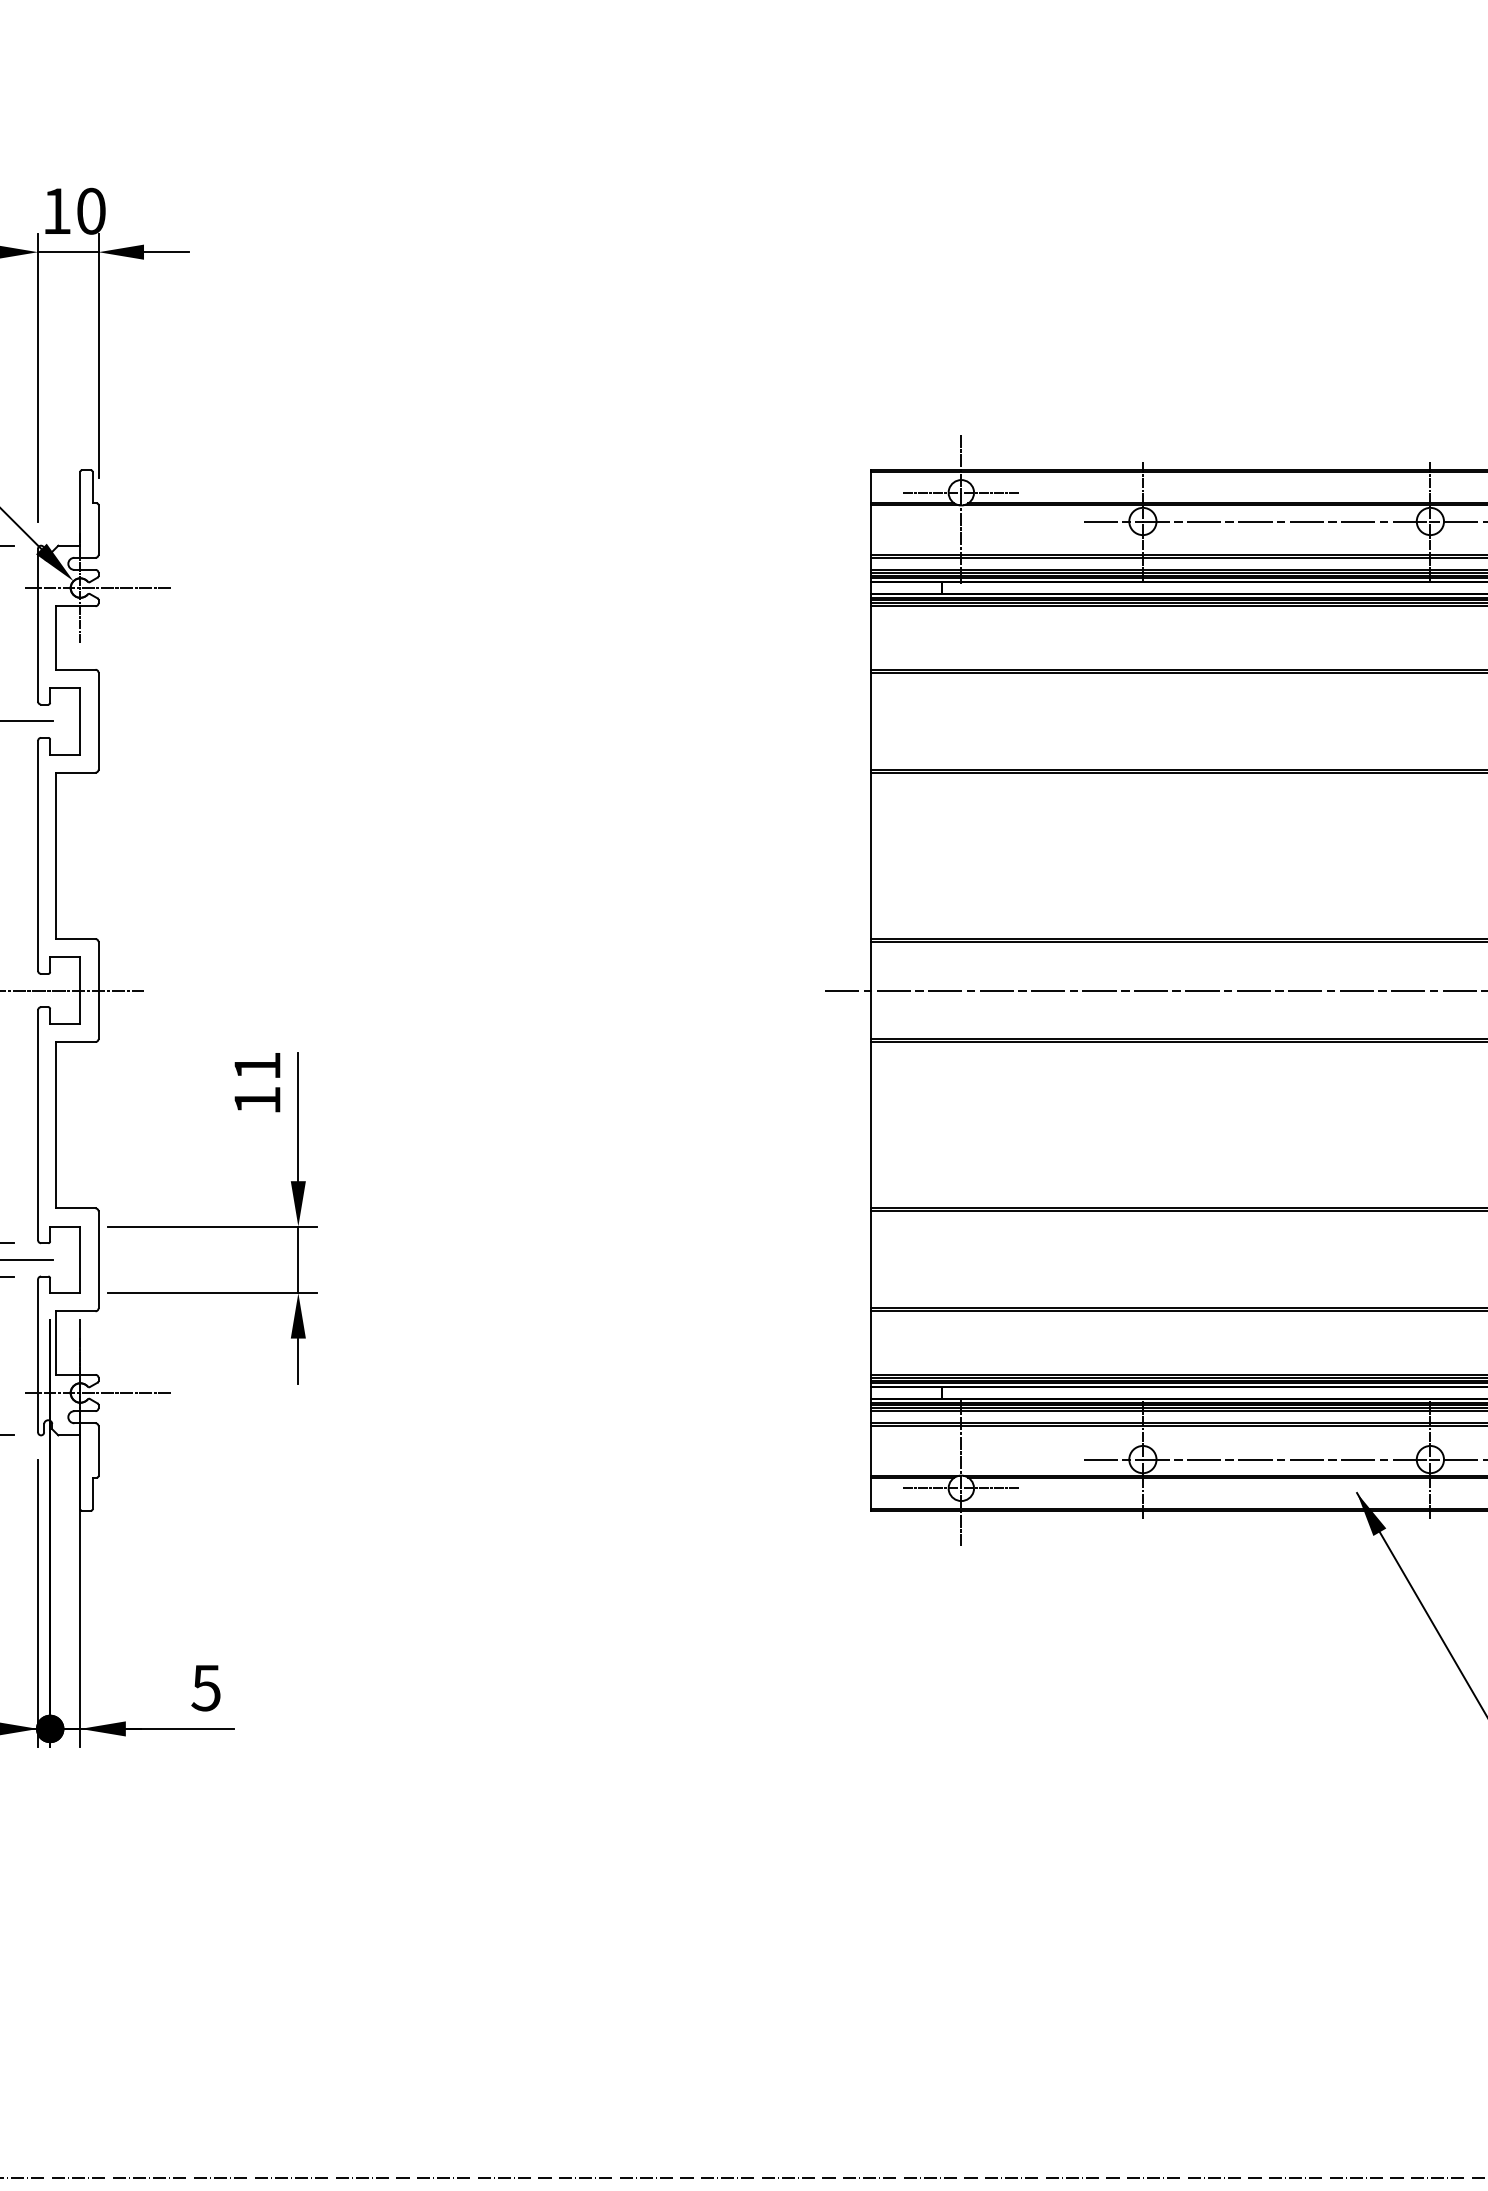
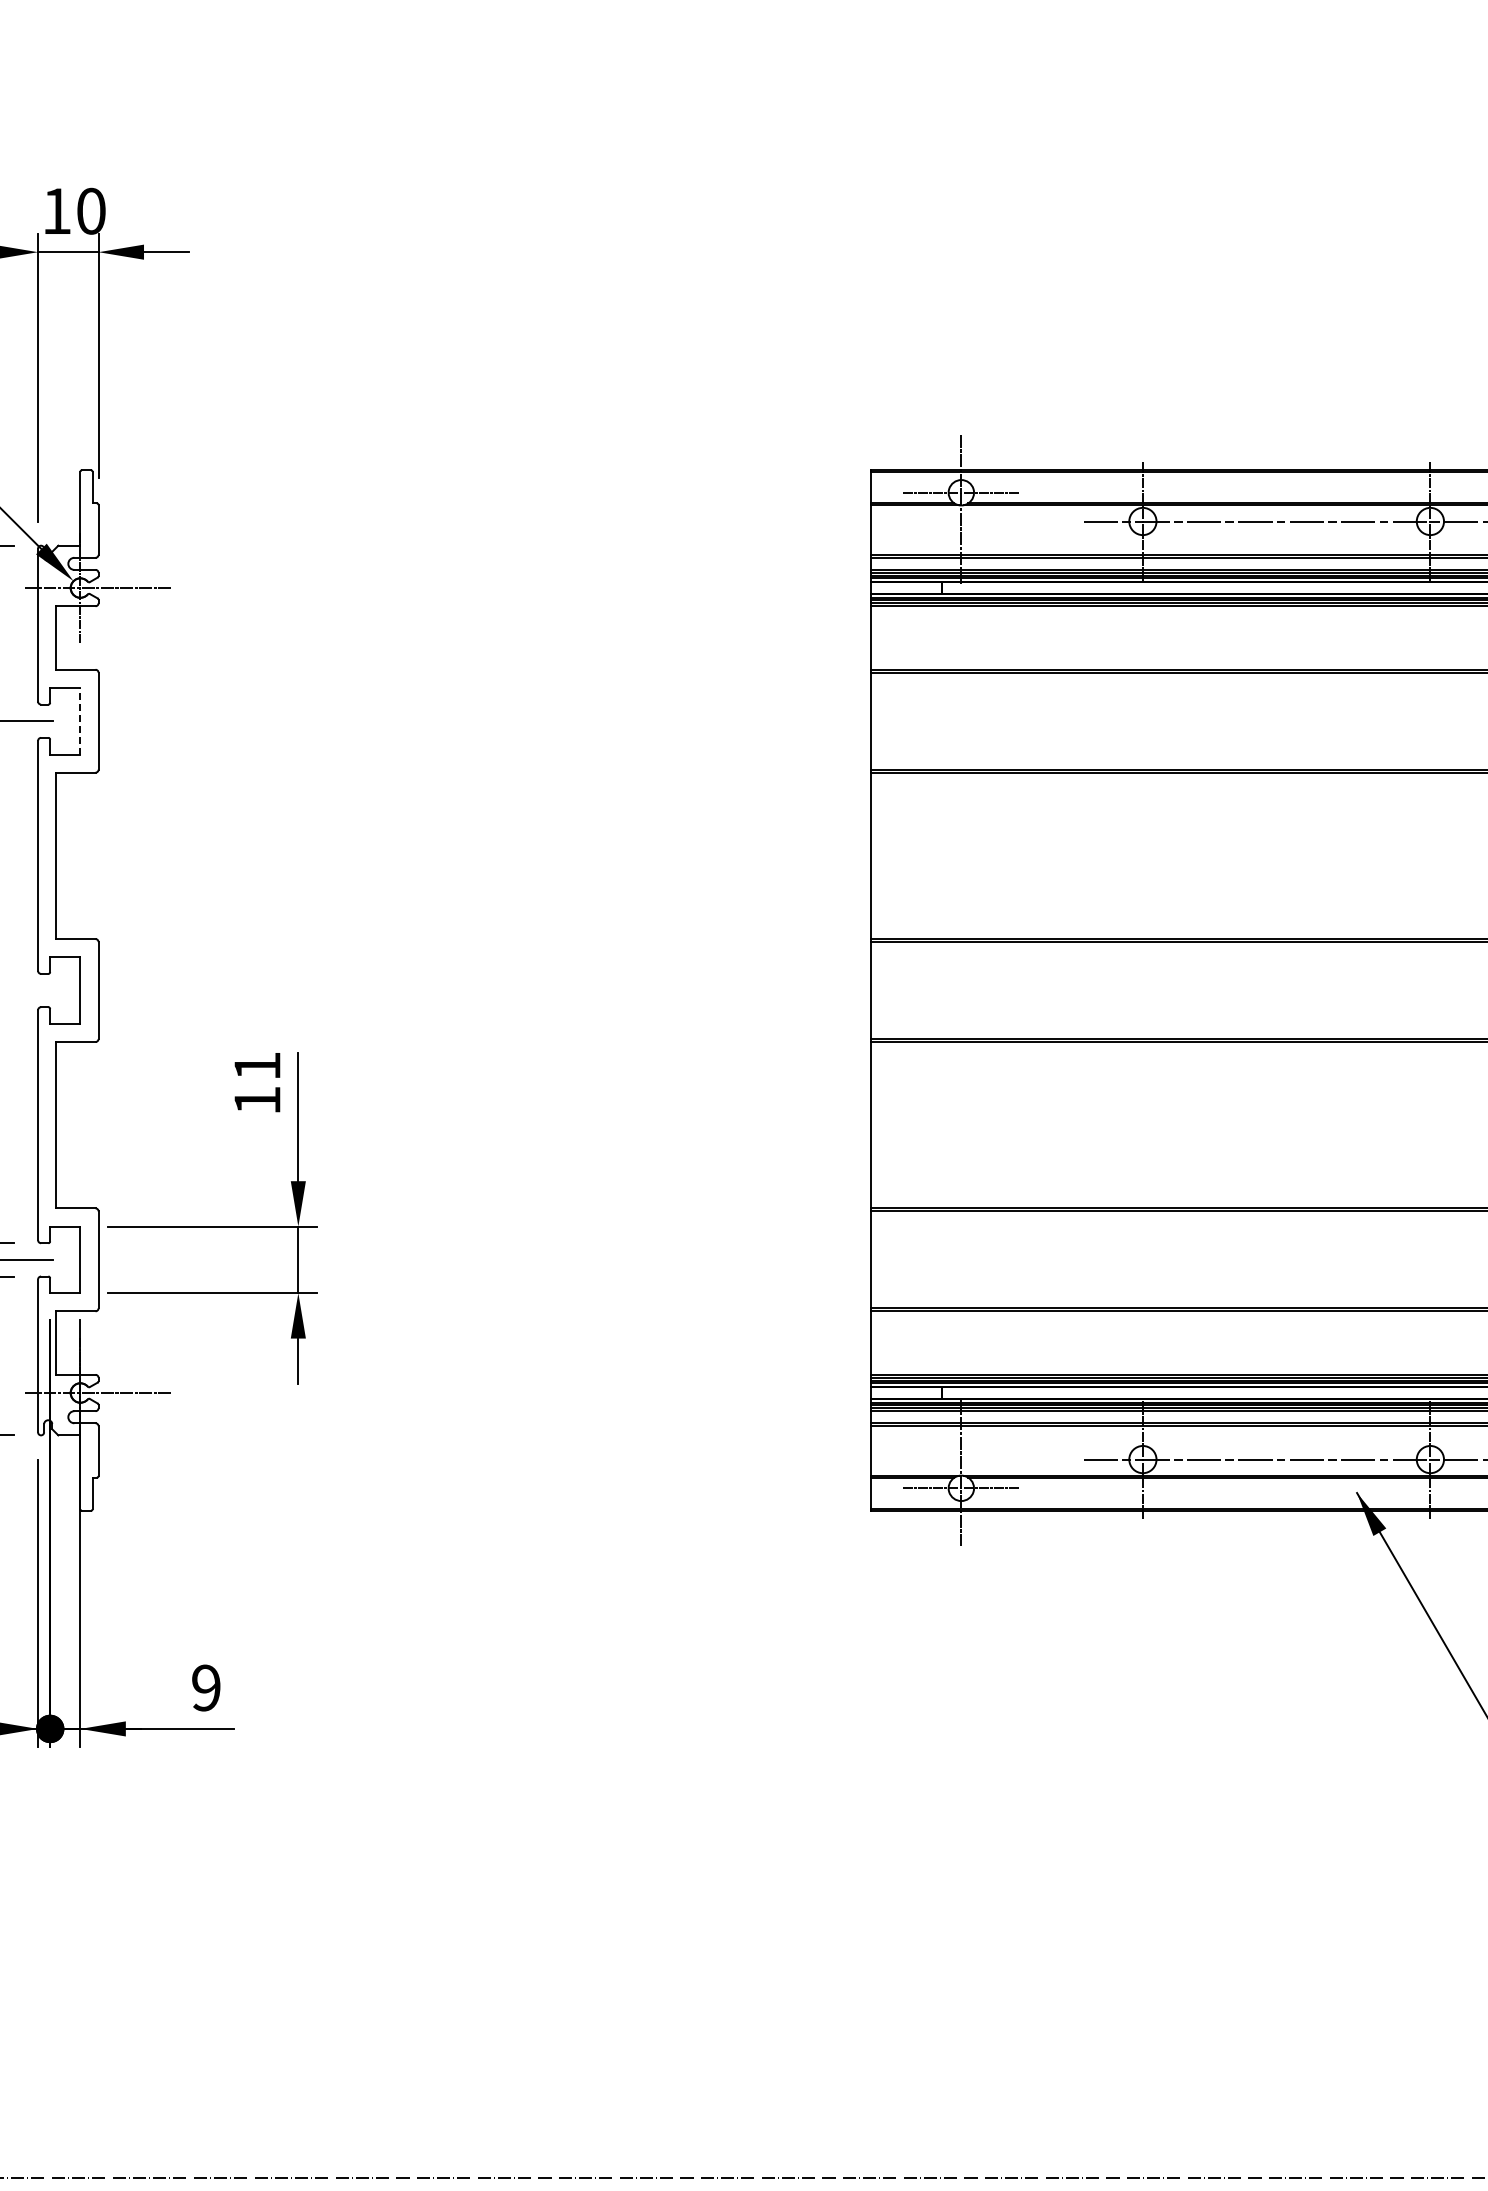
line at (80, 720): solid -> dashed
line at (73, 990): present -> none
line at (1154, 990): present -> none
text at (205, 1687): 5 -> 9
